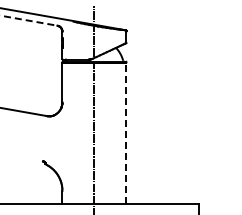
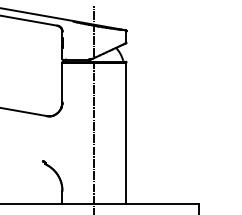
line at (29, 20): dashed -> solid
line at (126, 133): dashed -> solid
